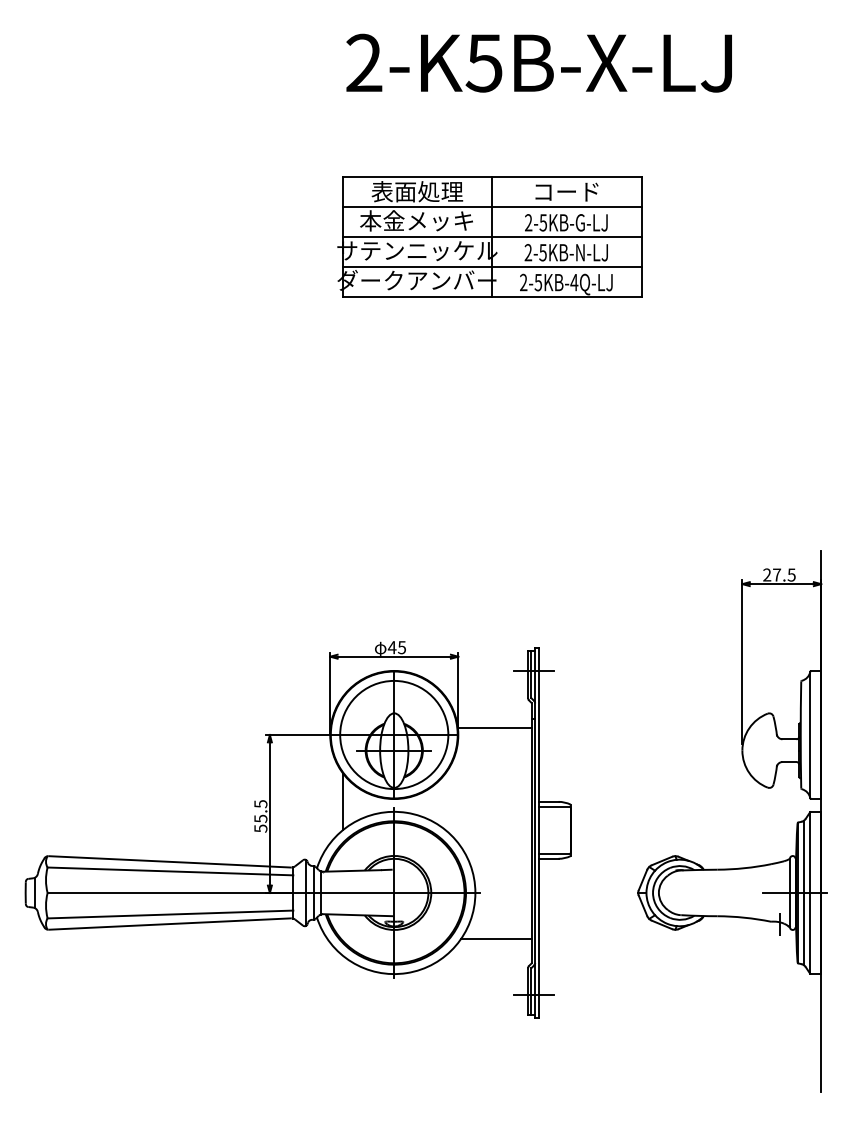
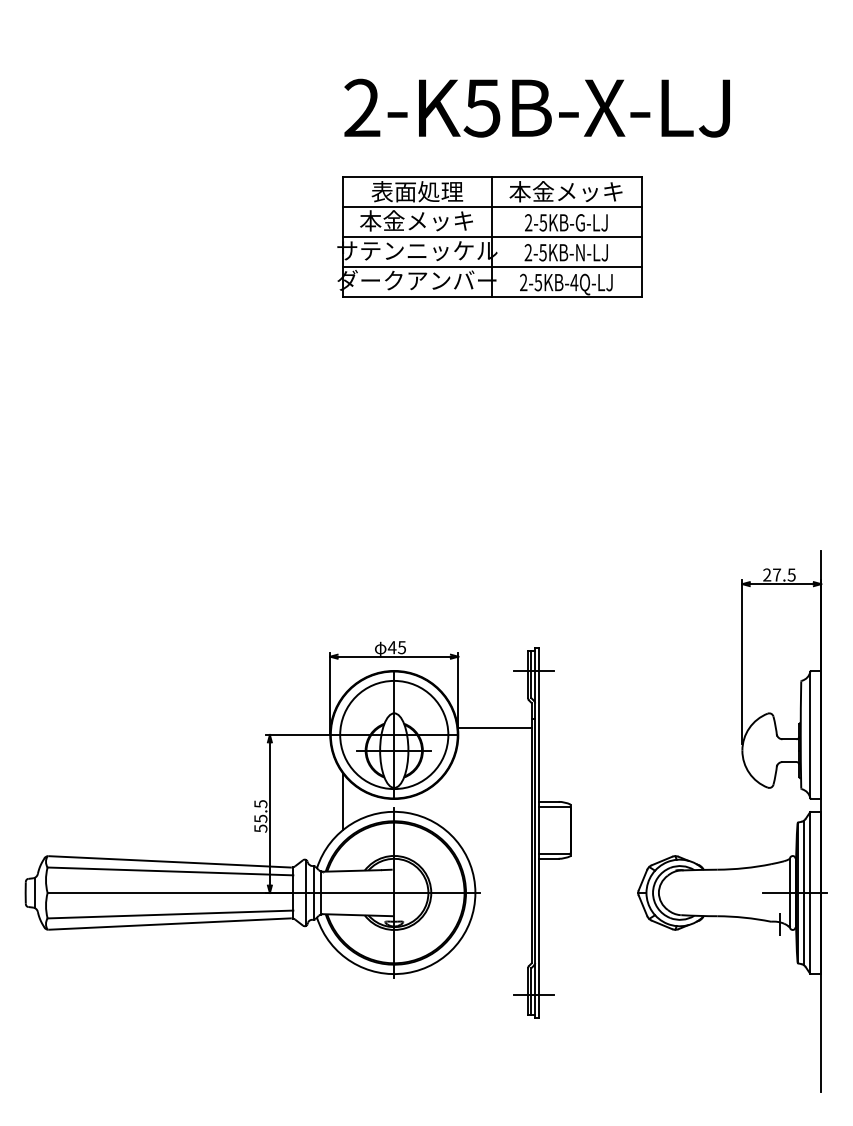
text at (538, 62) position: (538, 62) -> (536, 107)
text at (565, 191): コード -> 本金メッキ
line at (496, 938): present -> none
